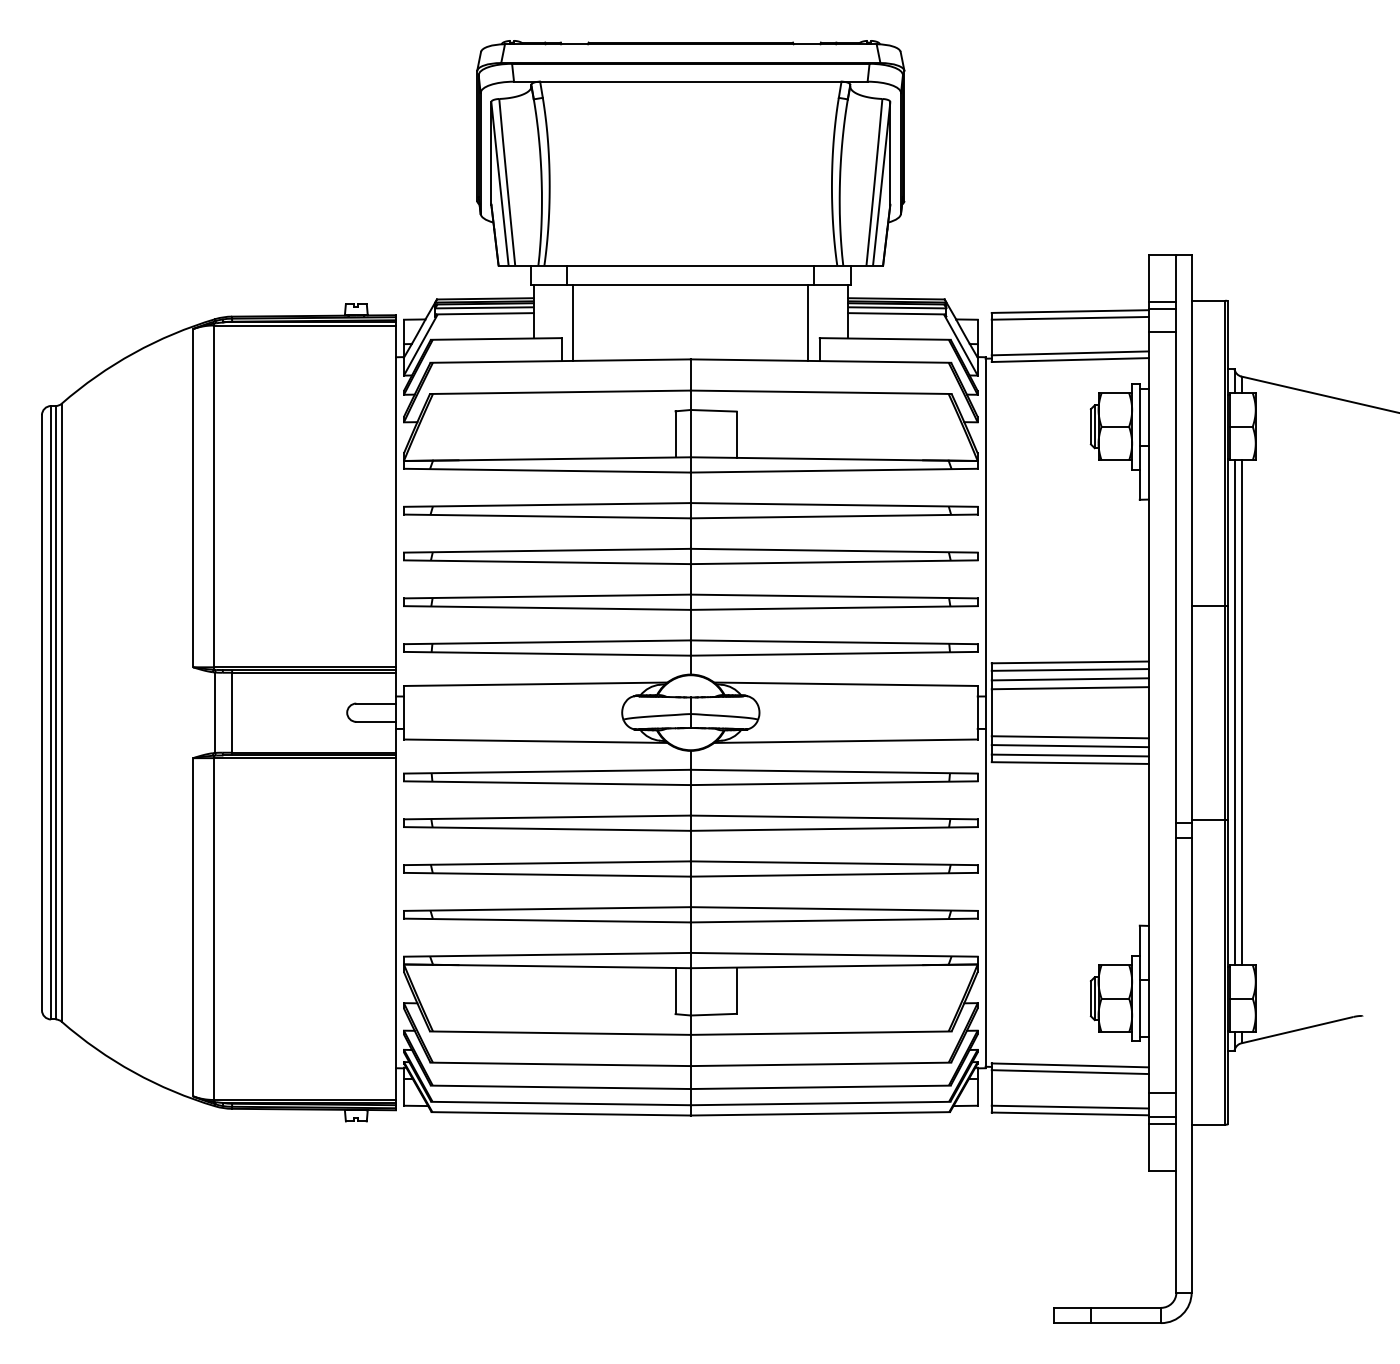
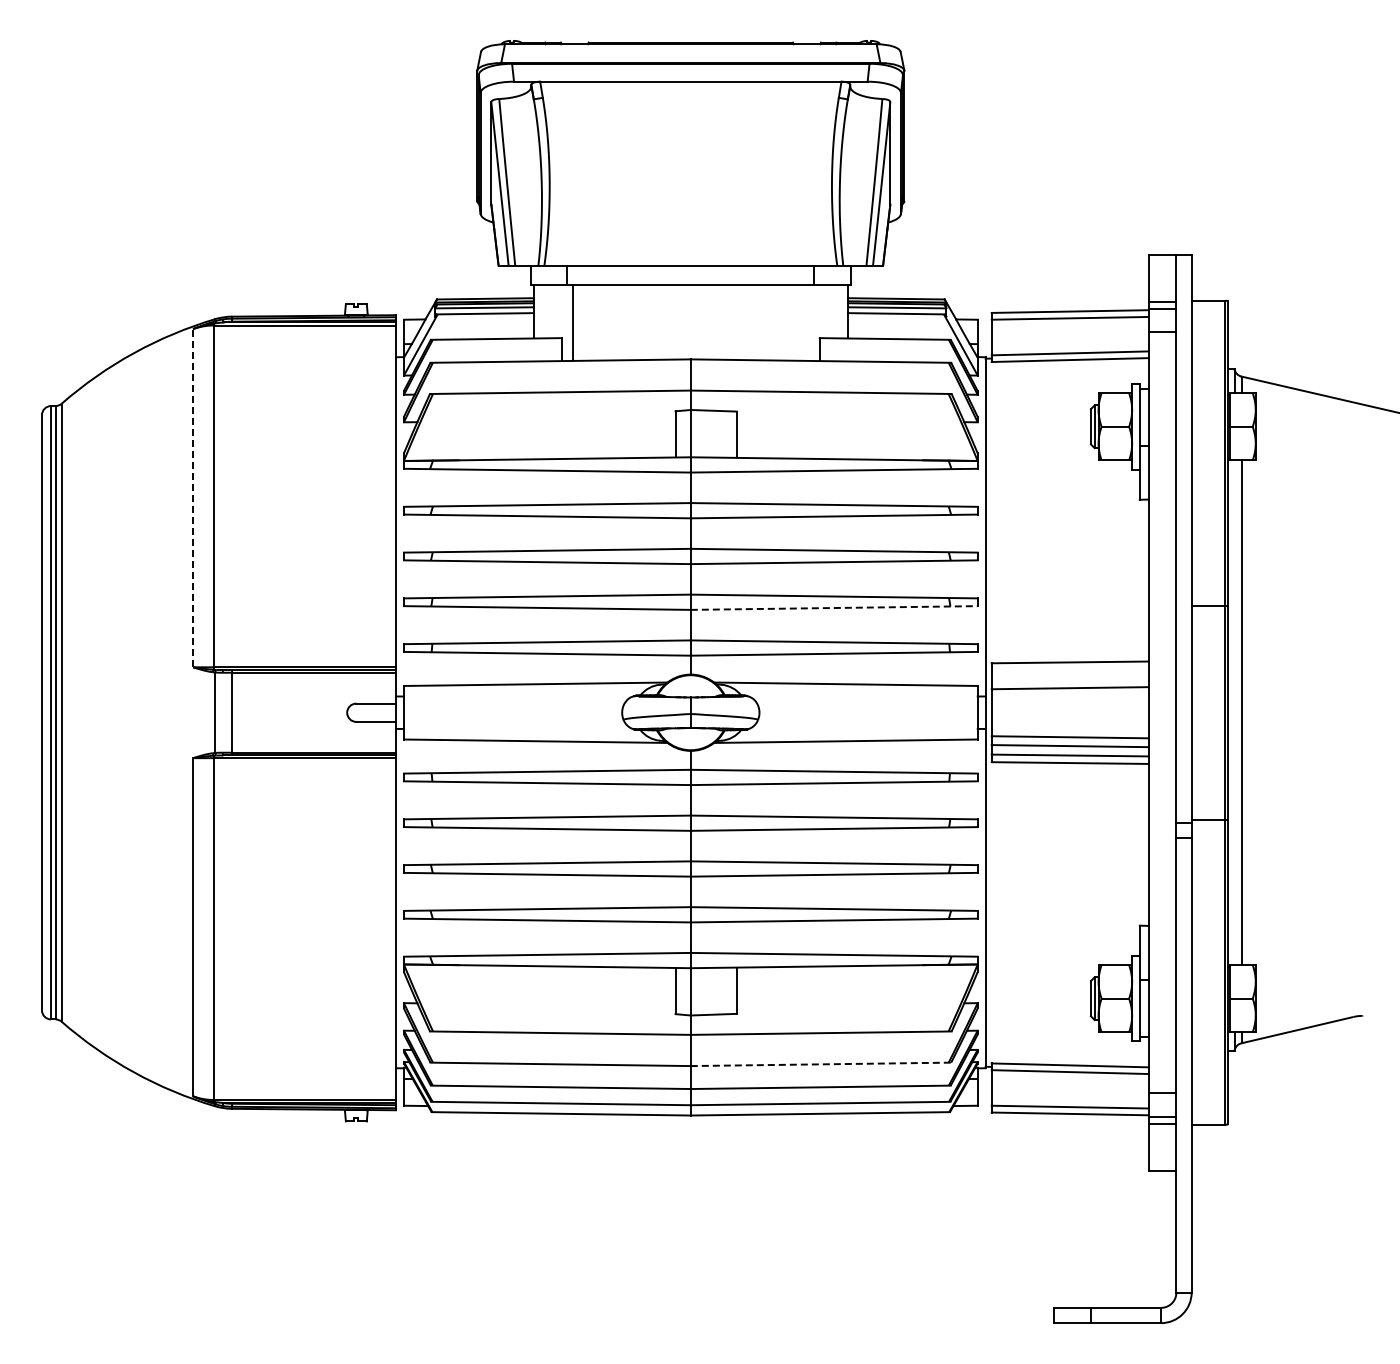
line at (808, 322): present -> none
line at (193, 497): solid -> dashed
line at (834, 608): solid -> dashed
line at (1069, 669): present -> none
line at (1069, 679): present -> none
line at (1234, 712): present -> none
line at (821, 1064): solid -> dashed
